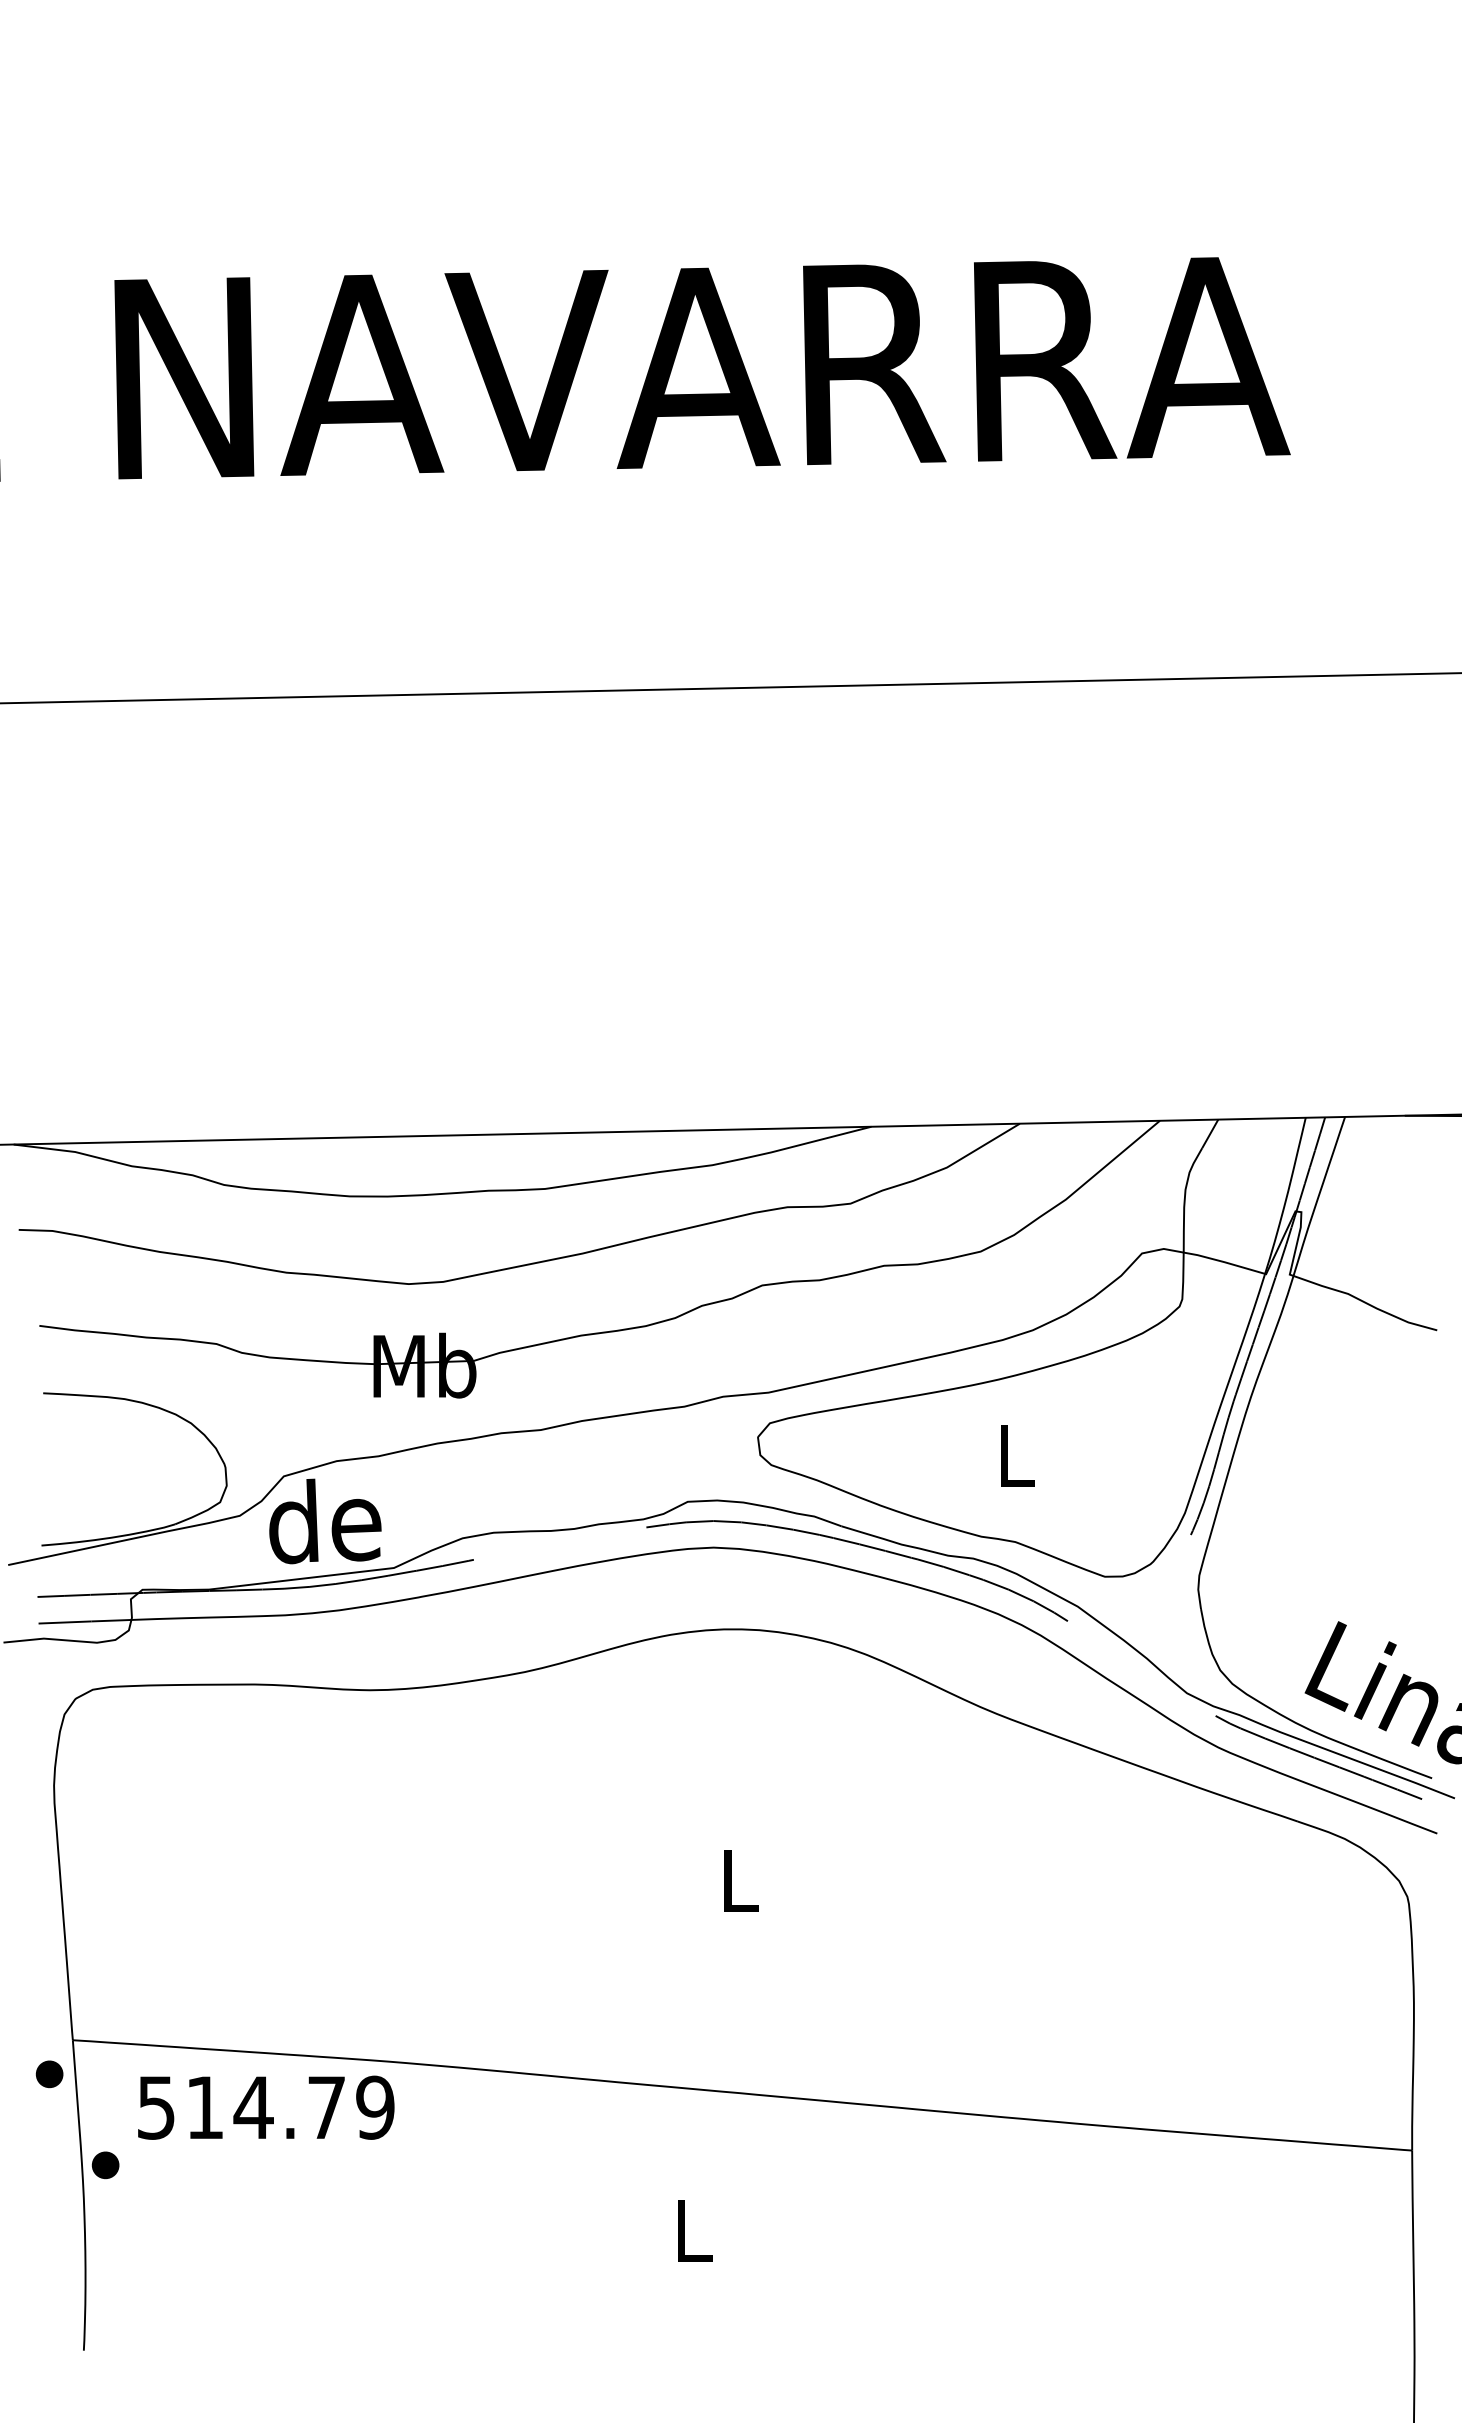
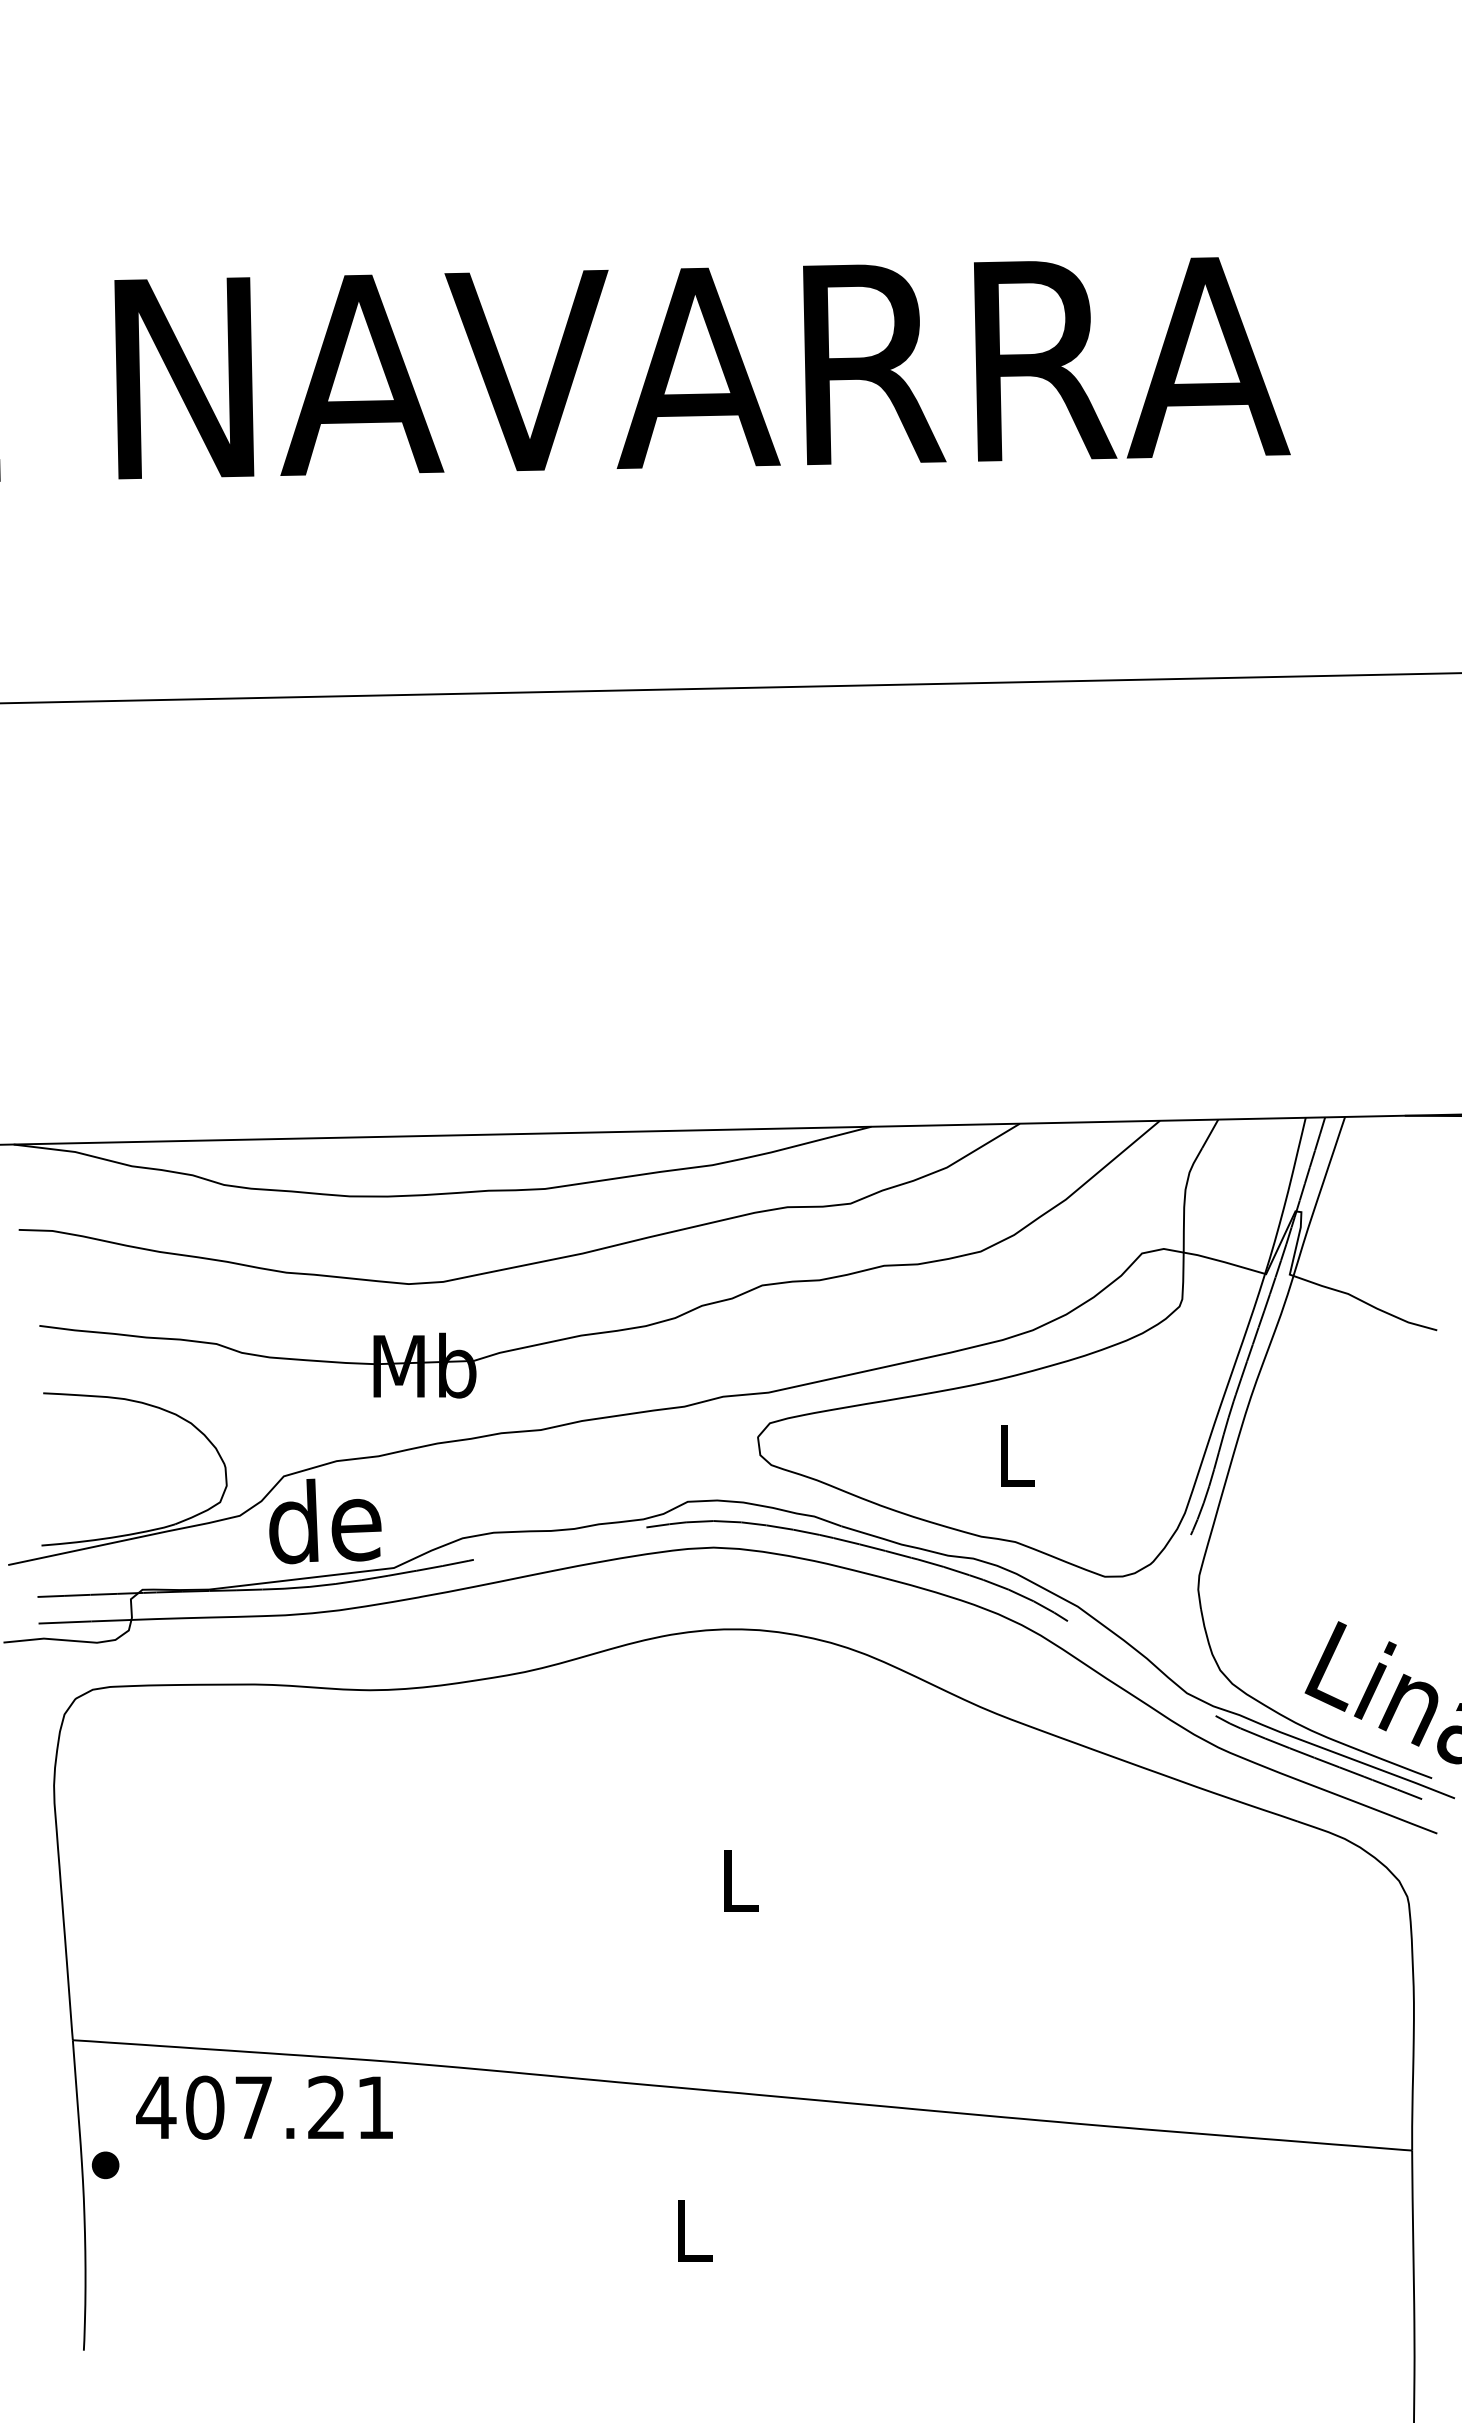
part at (49, 2074): present -> none
text at (265, 2107): 514.79 -> 407.21
